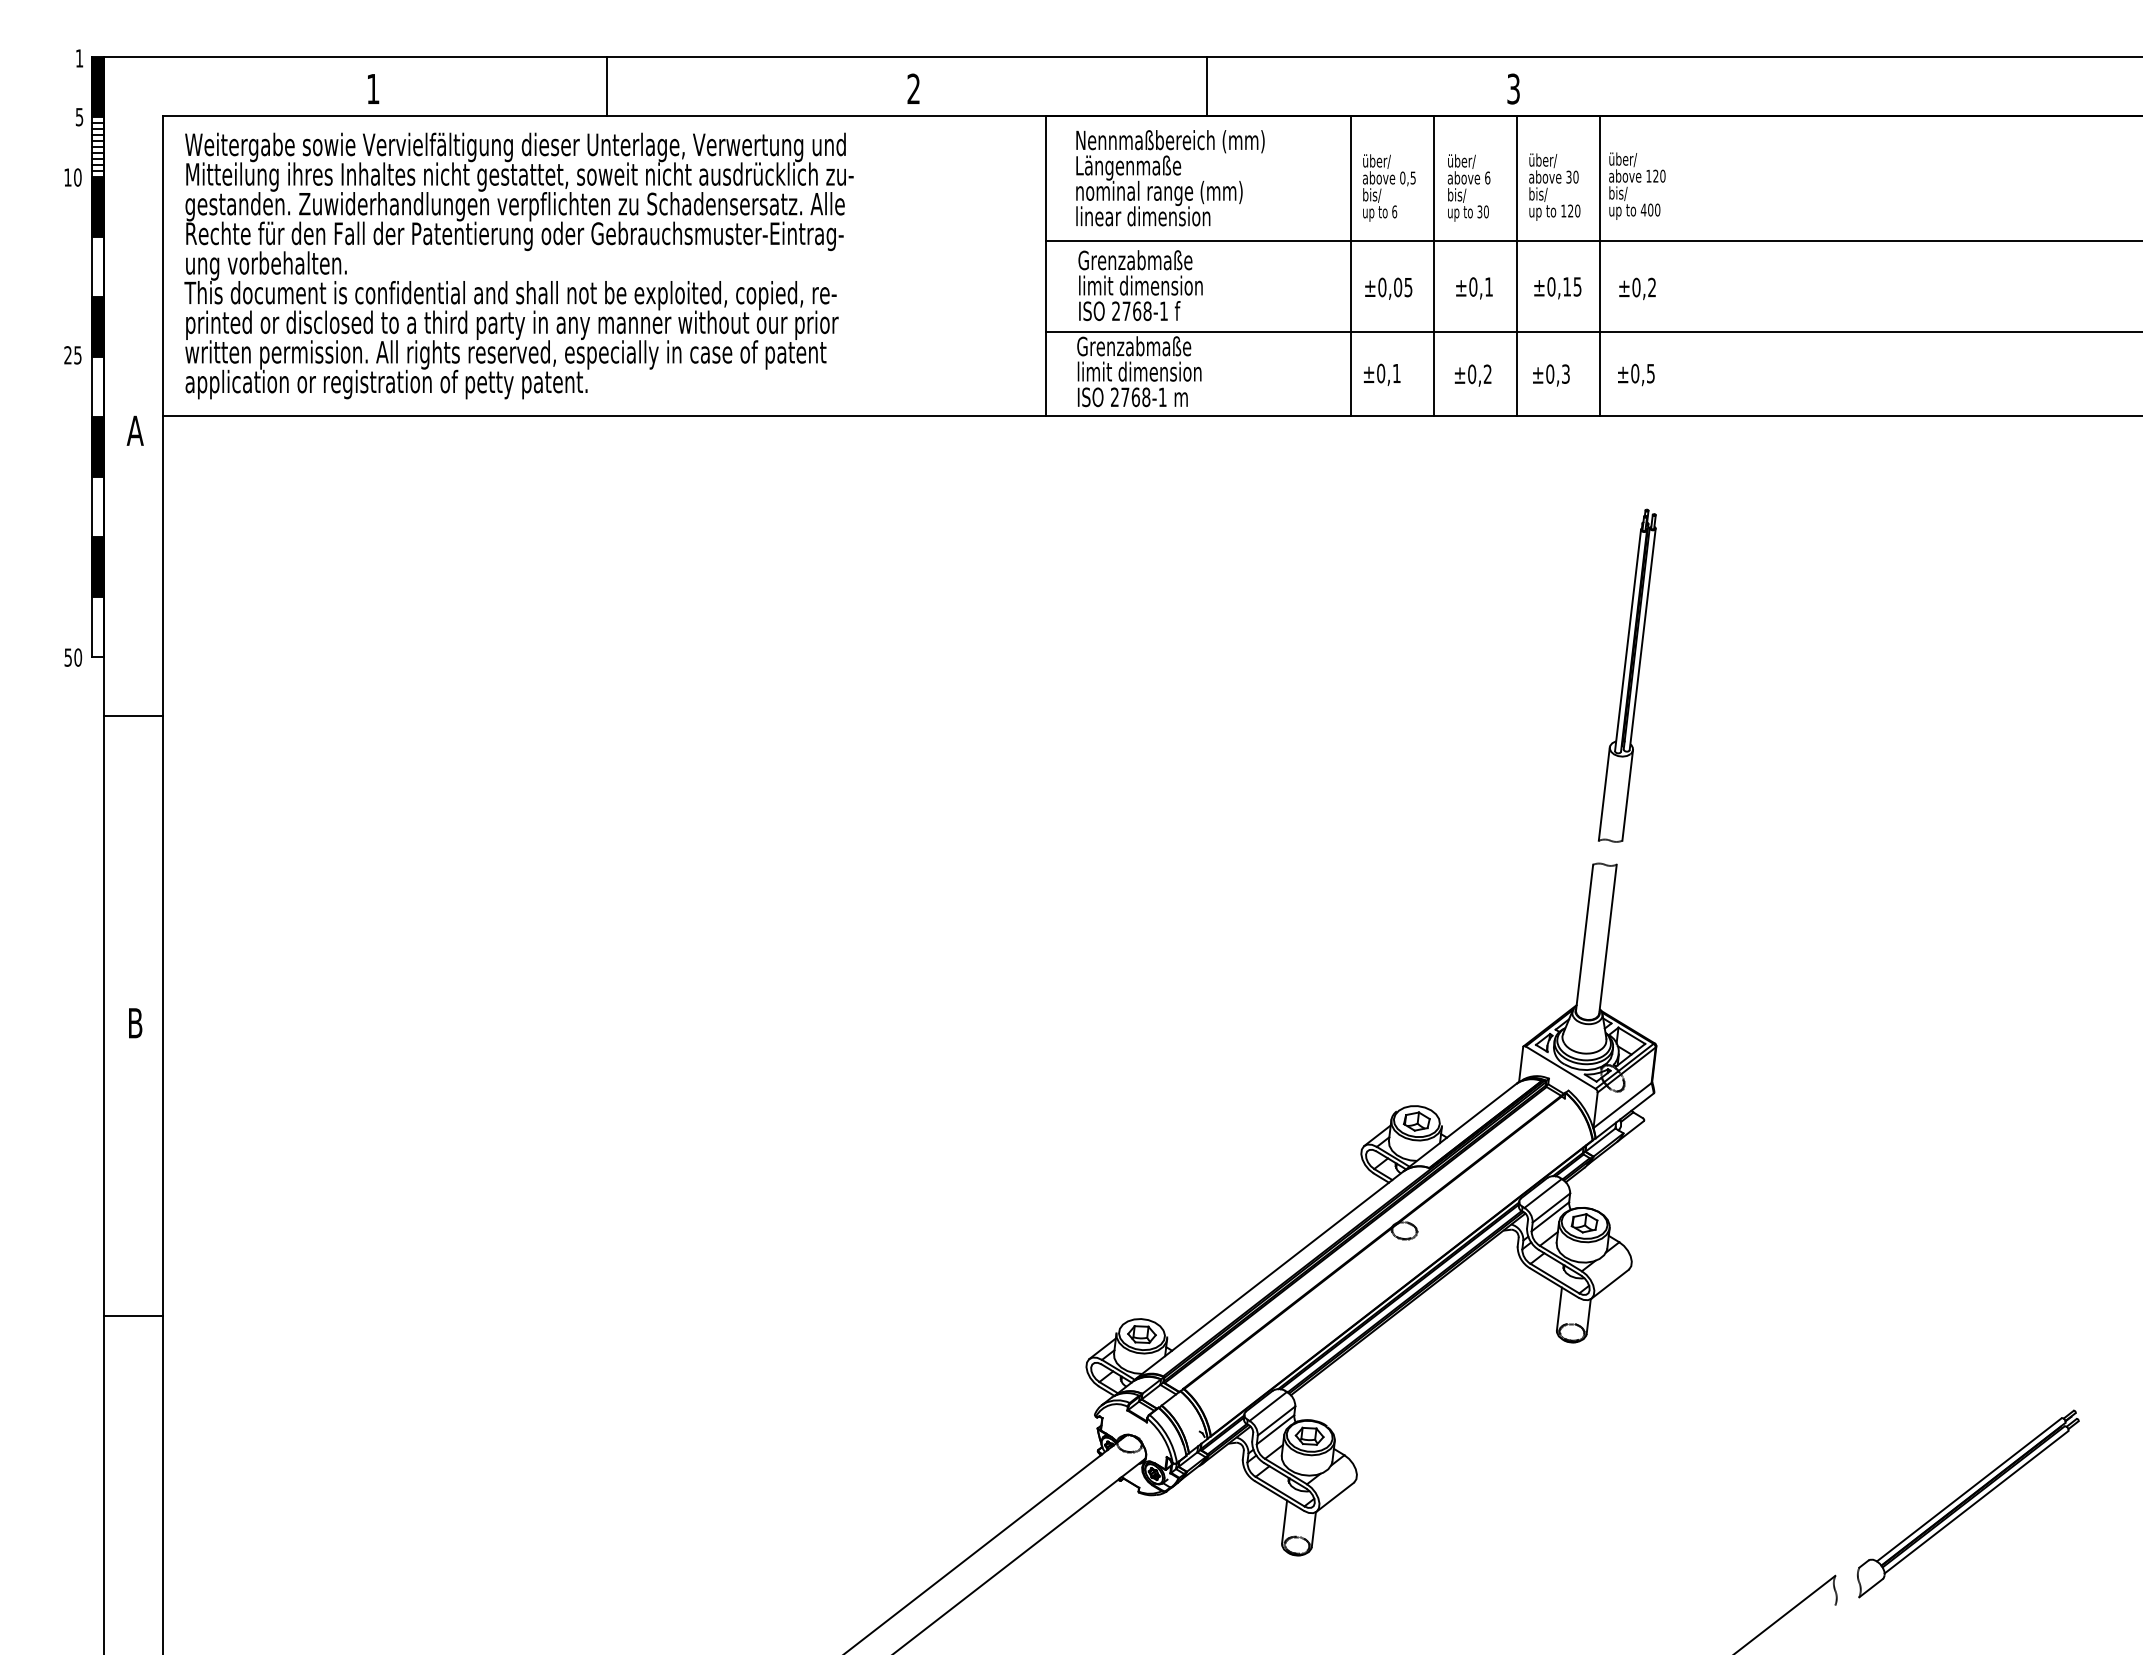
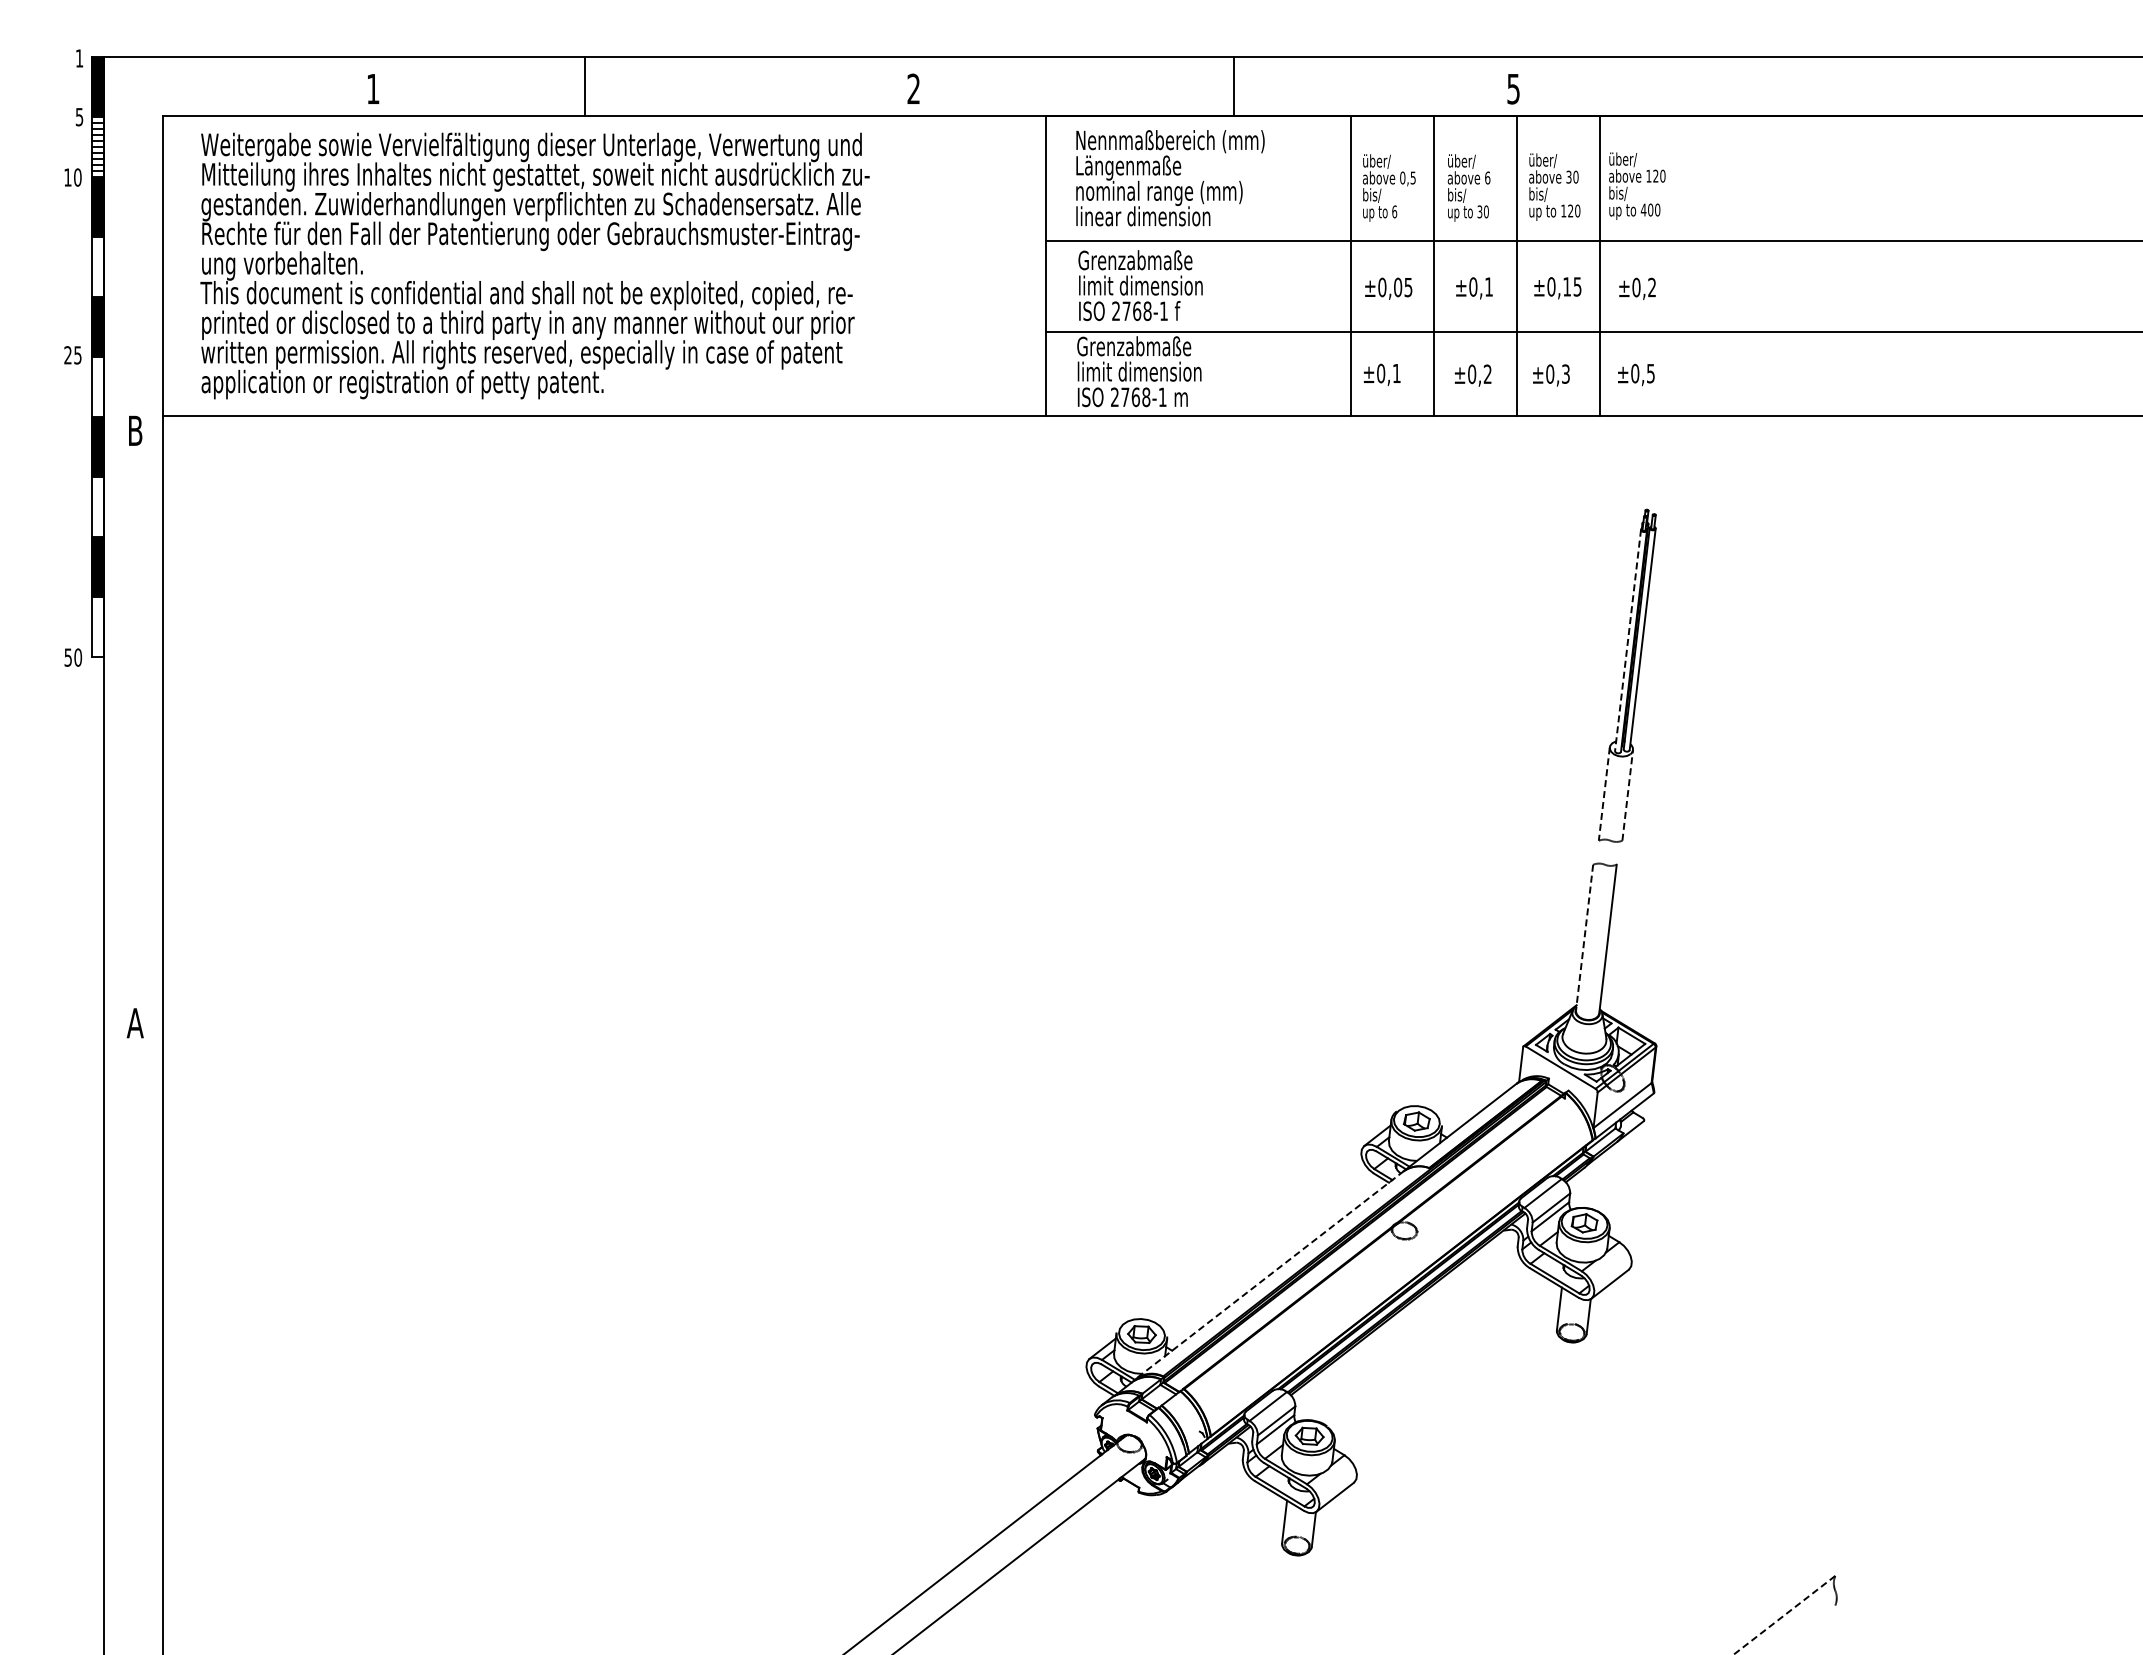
line at (607, 85) position: (607, 85) -> (585, 85)
line at (1207, 85) position: (1207, 85) -> (1234, 85)
text at (1513, 88): 3 -> 5
text at (518, 265) position: (518, 265) -> (534, 265)
text at (134, 430): A -> B
line at (1628, 640): solid -> dashed
line at (133, 715): present -> none
line at (1604, 794): solid -> dashed
line at (1627, 795): solid -> dashed
line at (1584, 937): solid -> dashed
text at (134, 1023): B -> A
line at (1269, 1275): solid -> dashed
line at (133, 1315): present -> none
part at (1968, 1503): present -> none
line at (1784, 1615): solid -> dashed
